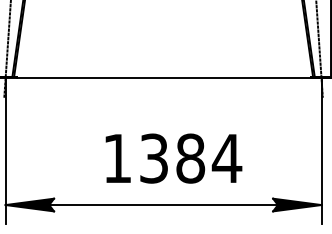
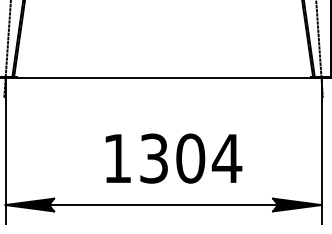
text at (190, 158): 1384 -> 1304
